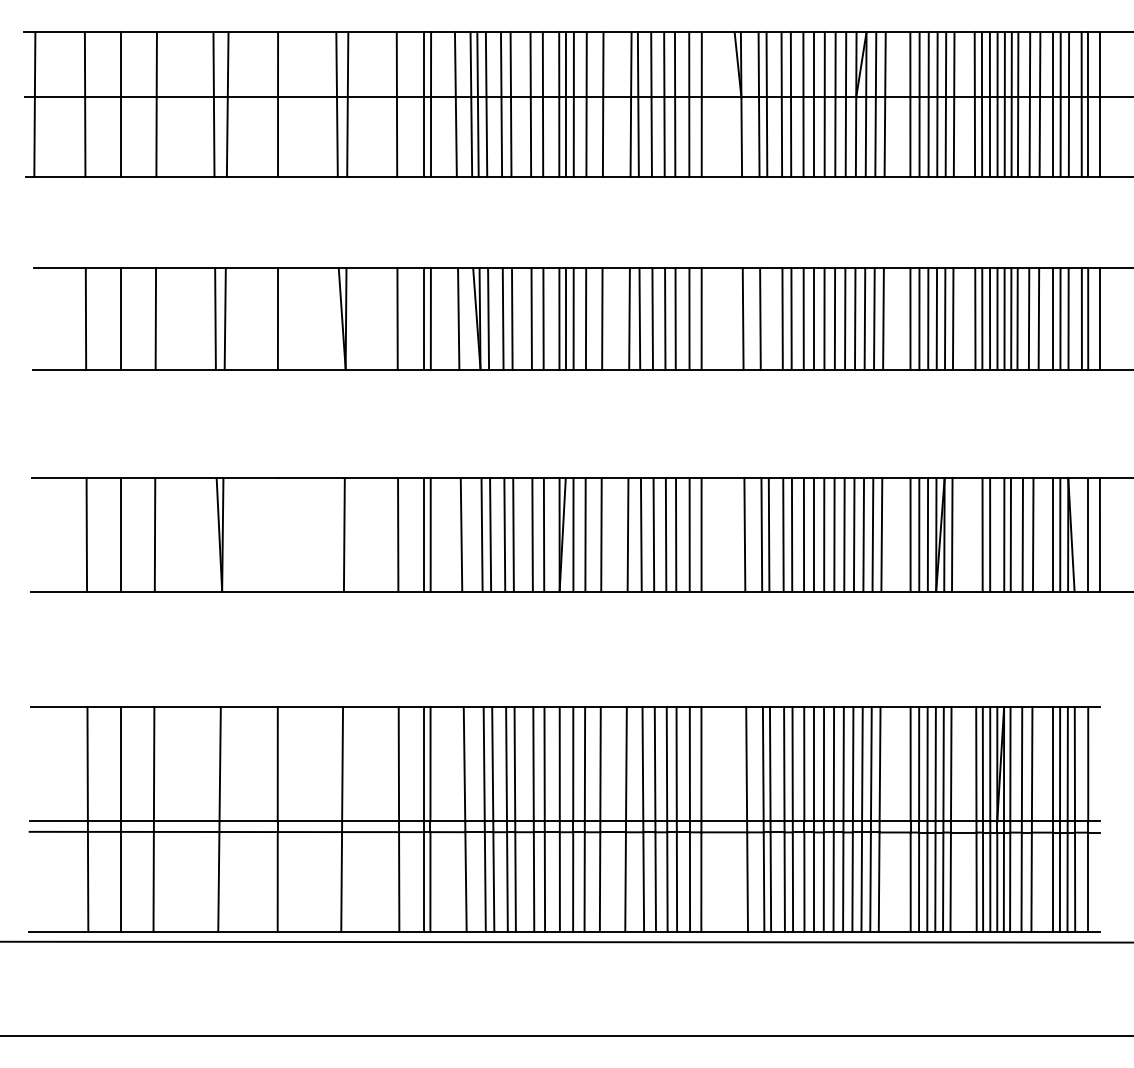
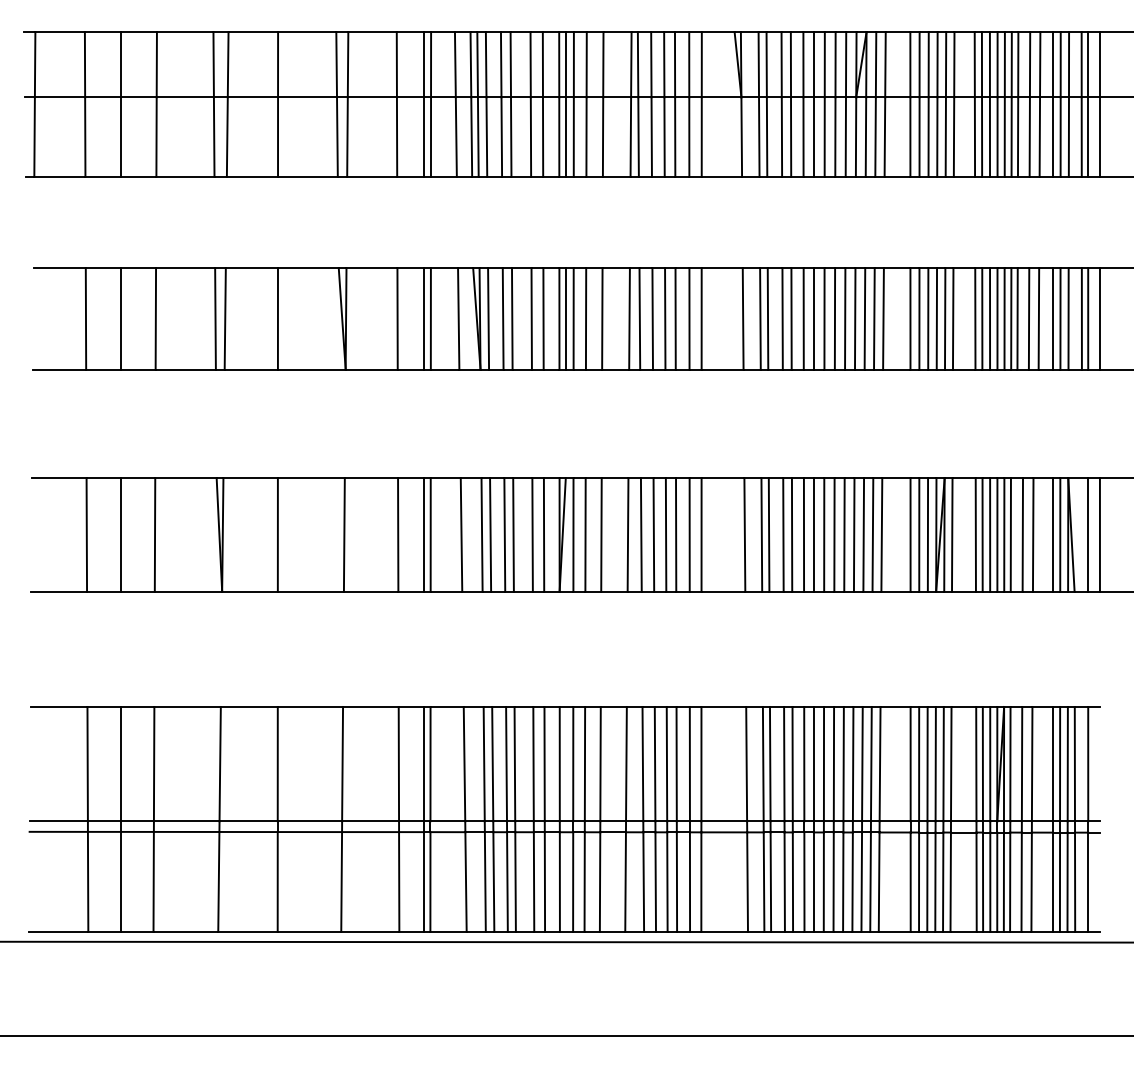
line at (767, 318): none -> present
line at (277, 534): none -> present
line at (975, 534): none -> present
line at (997, 534): none -> present
